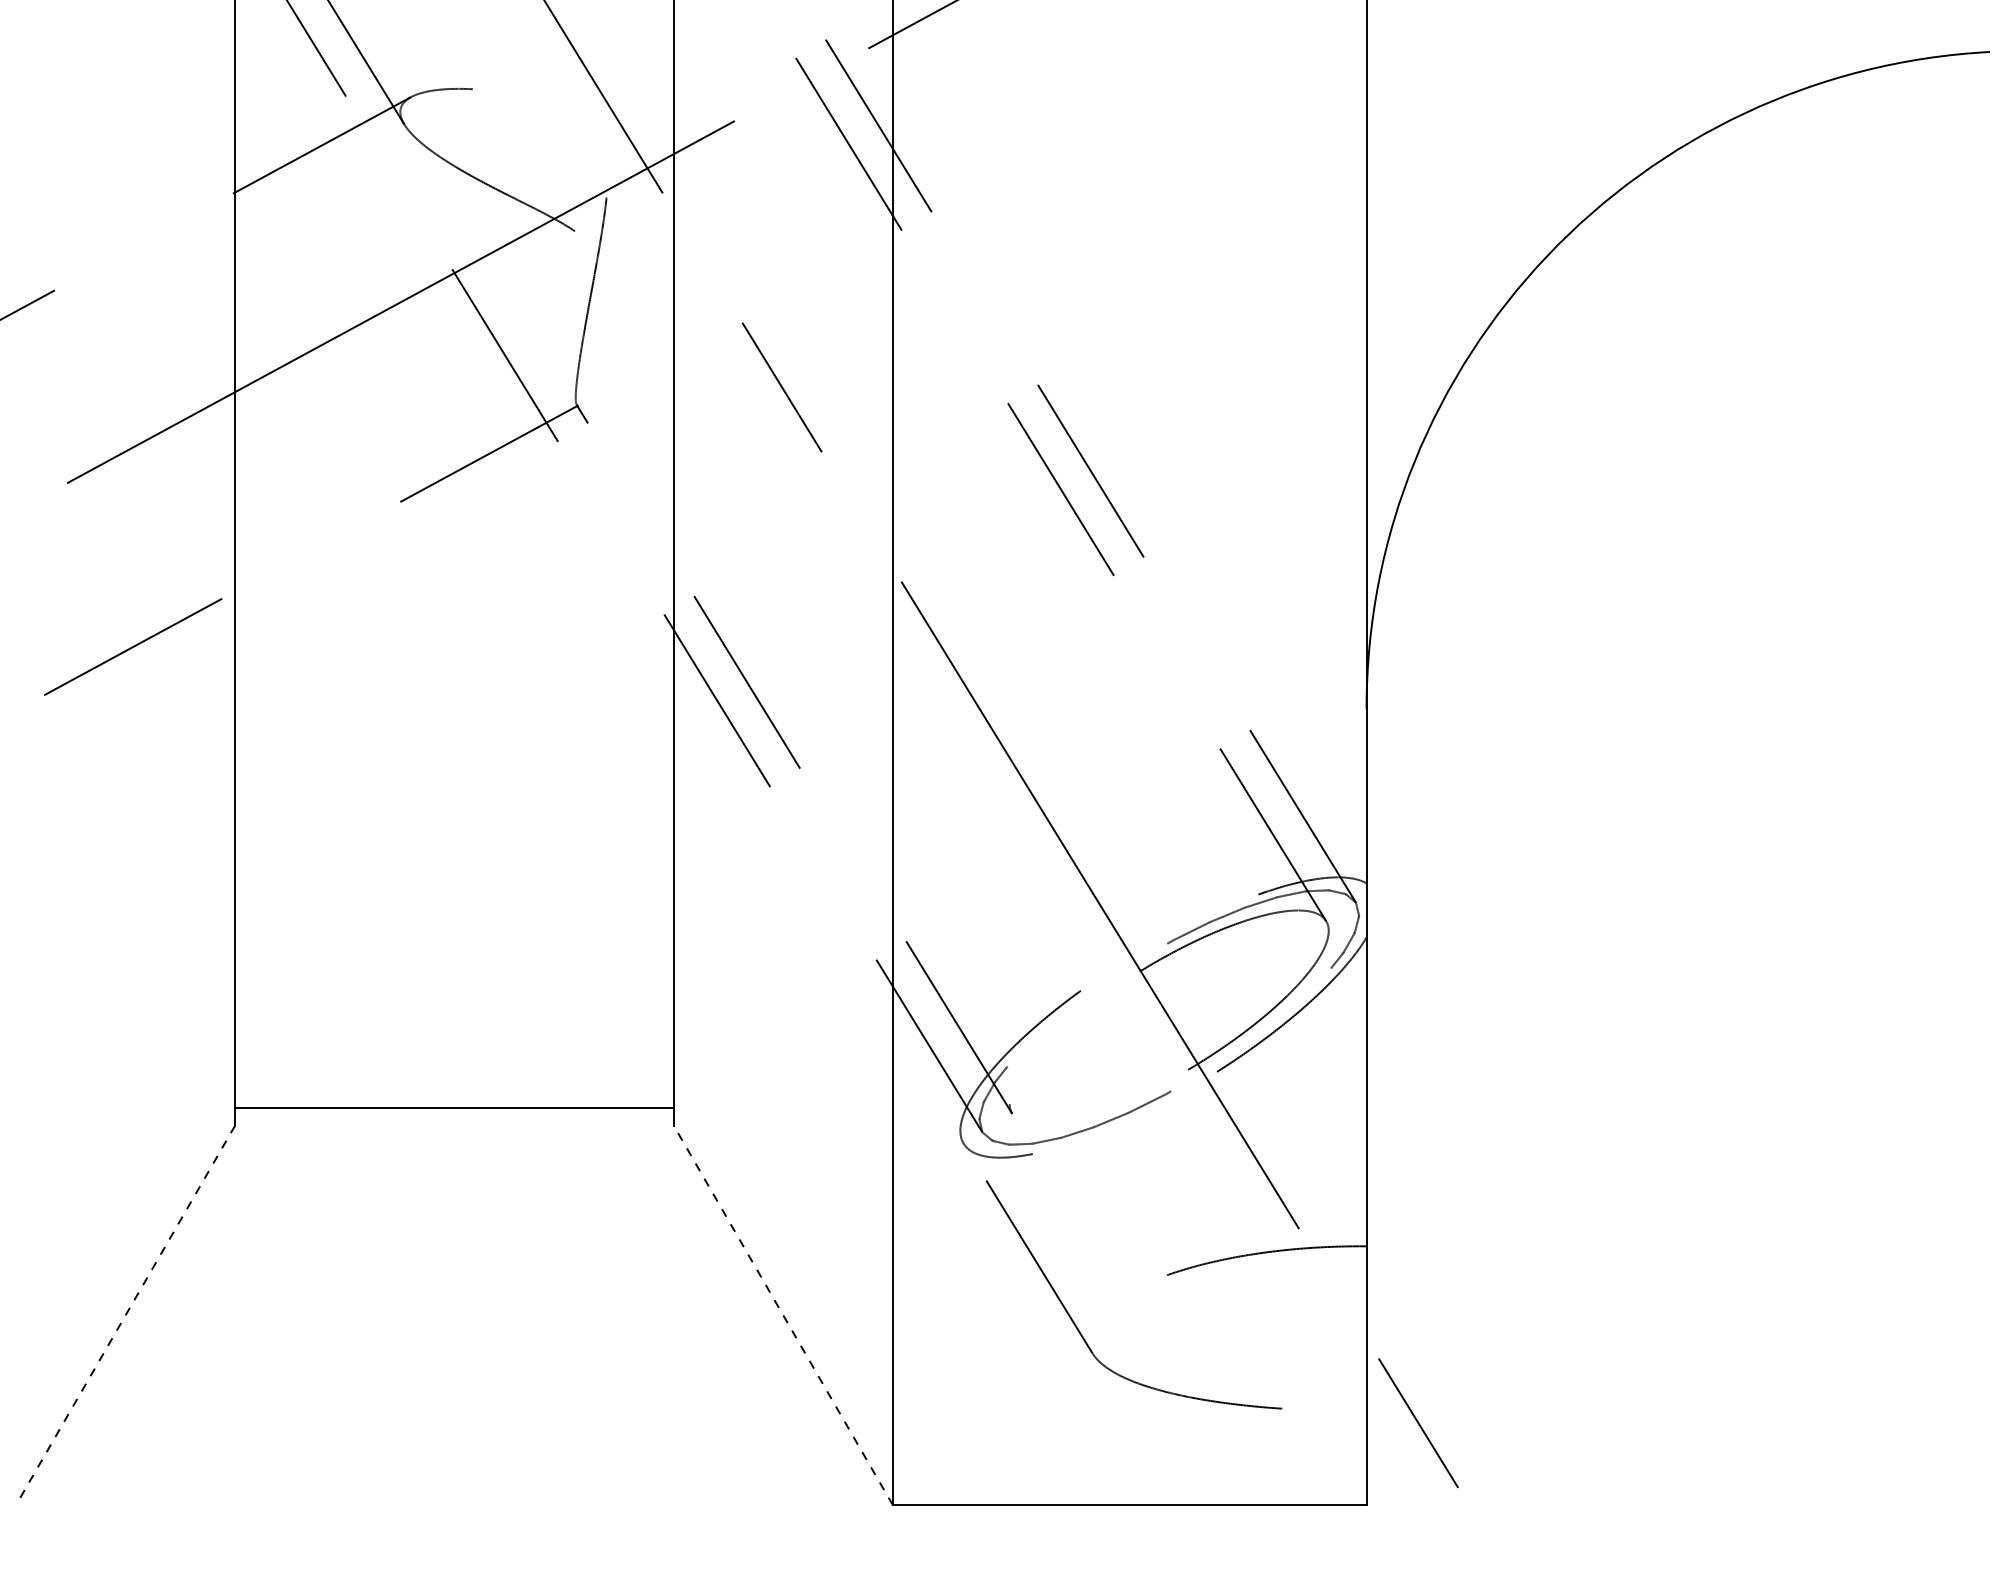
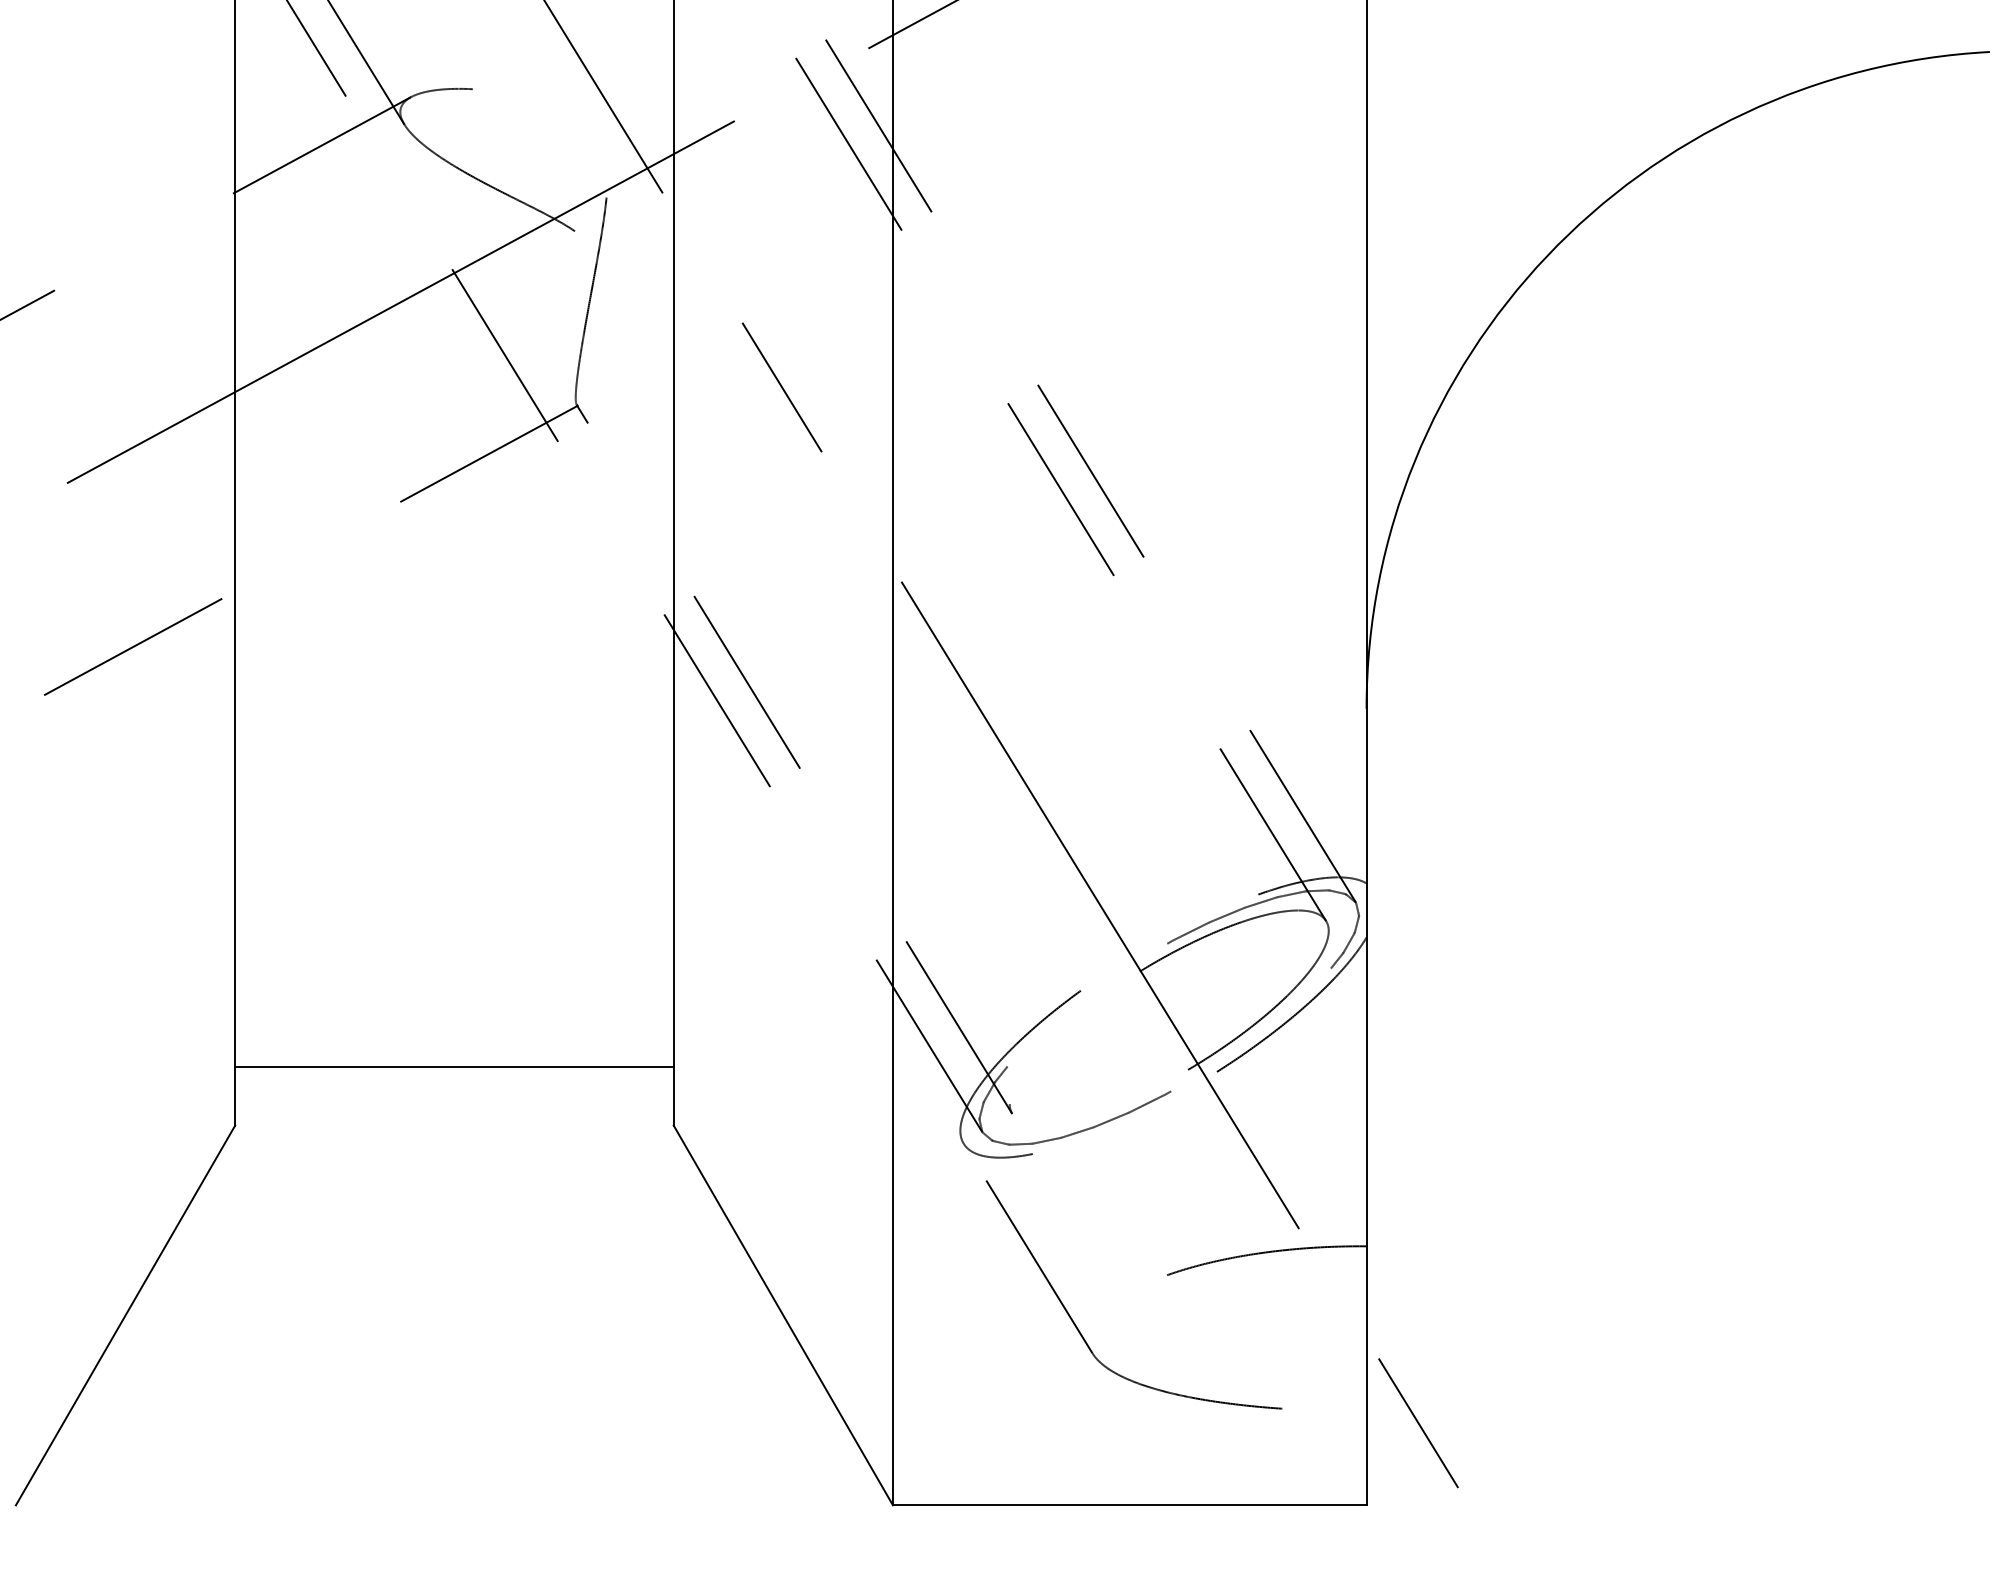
line at (454, 1107) position: (454, 1107) -> (454, 1066)
line at (125, 1315): dashed -> solid
line at (783, 1315): dashed -> solid
